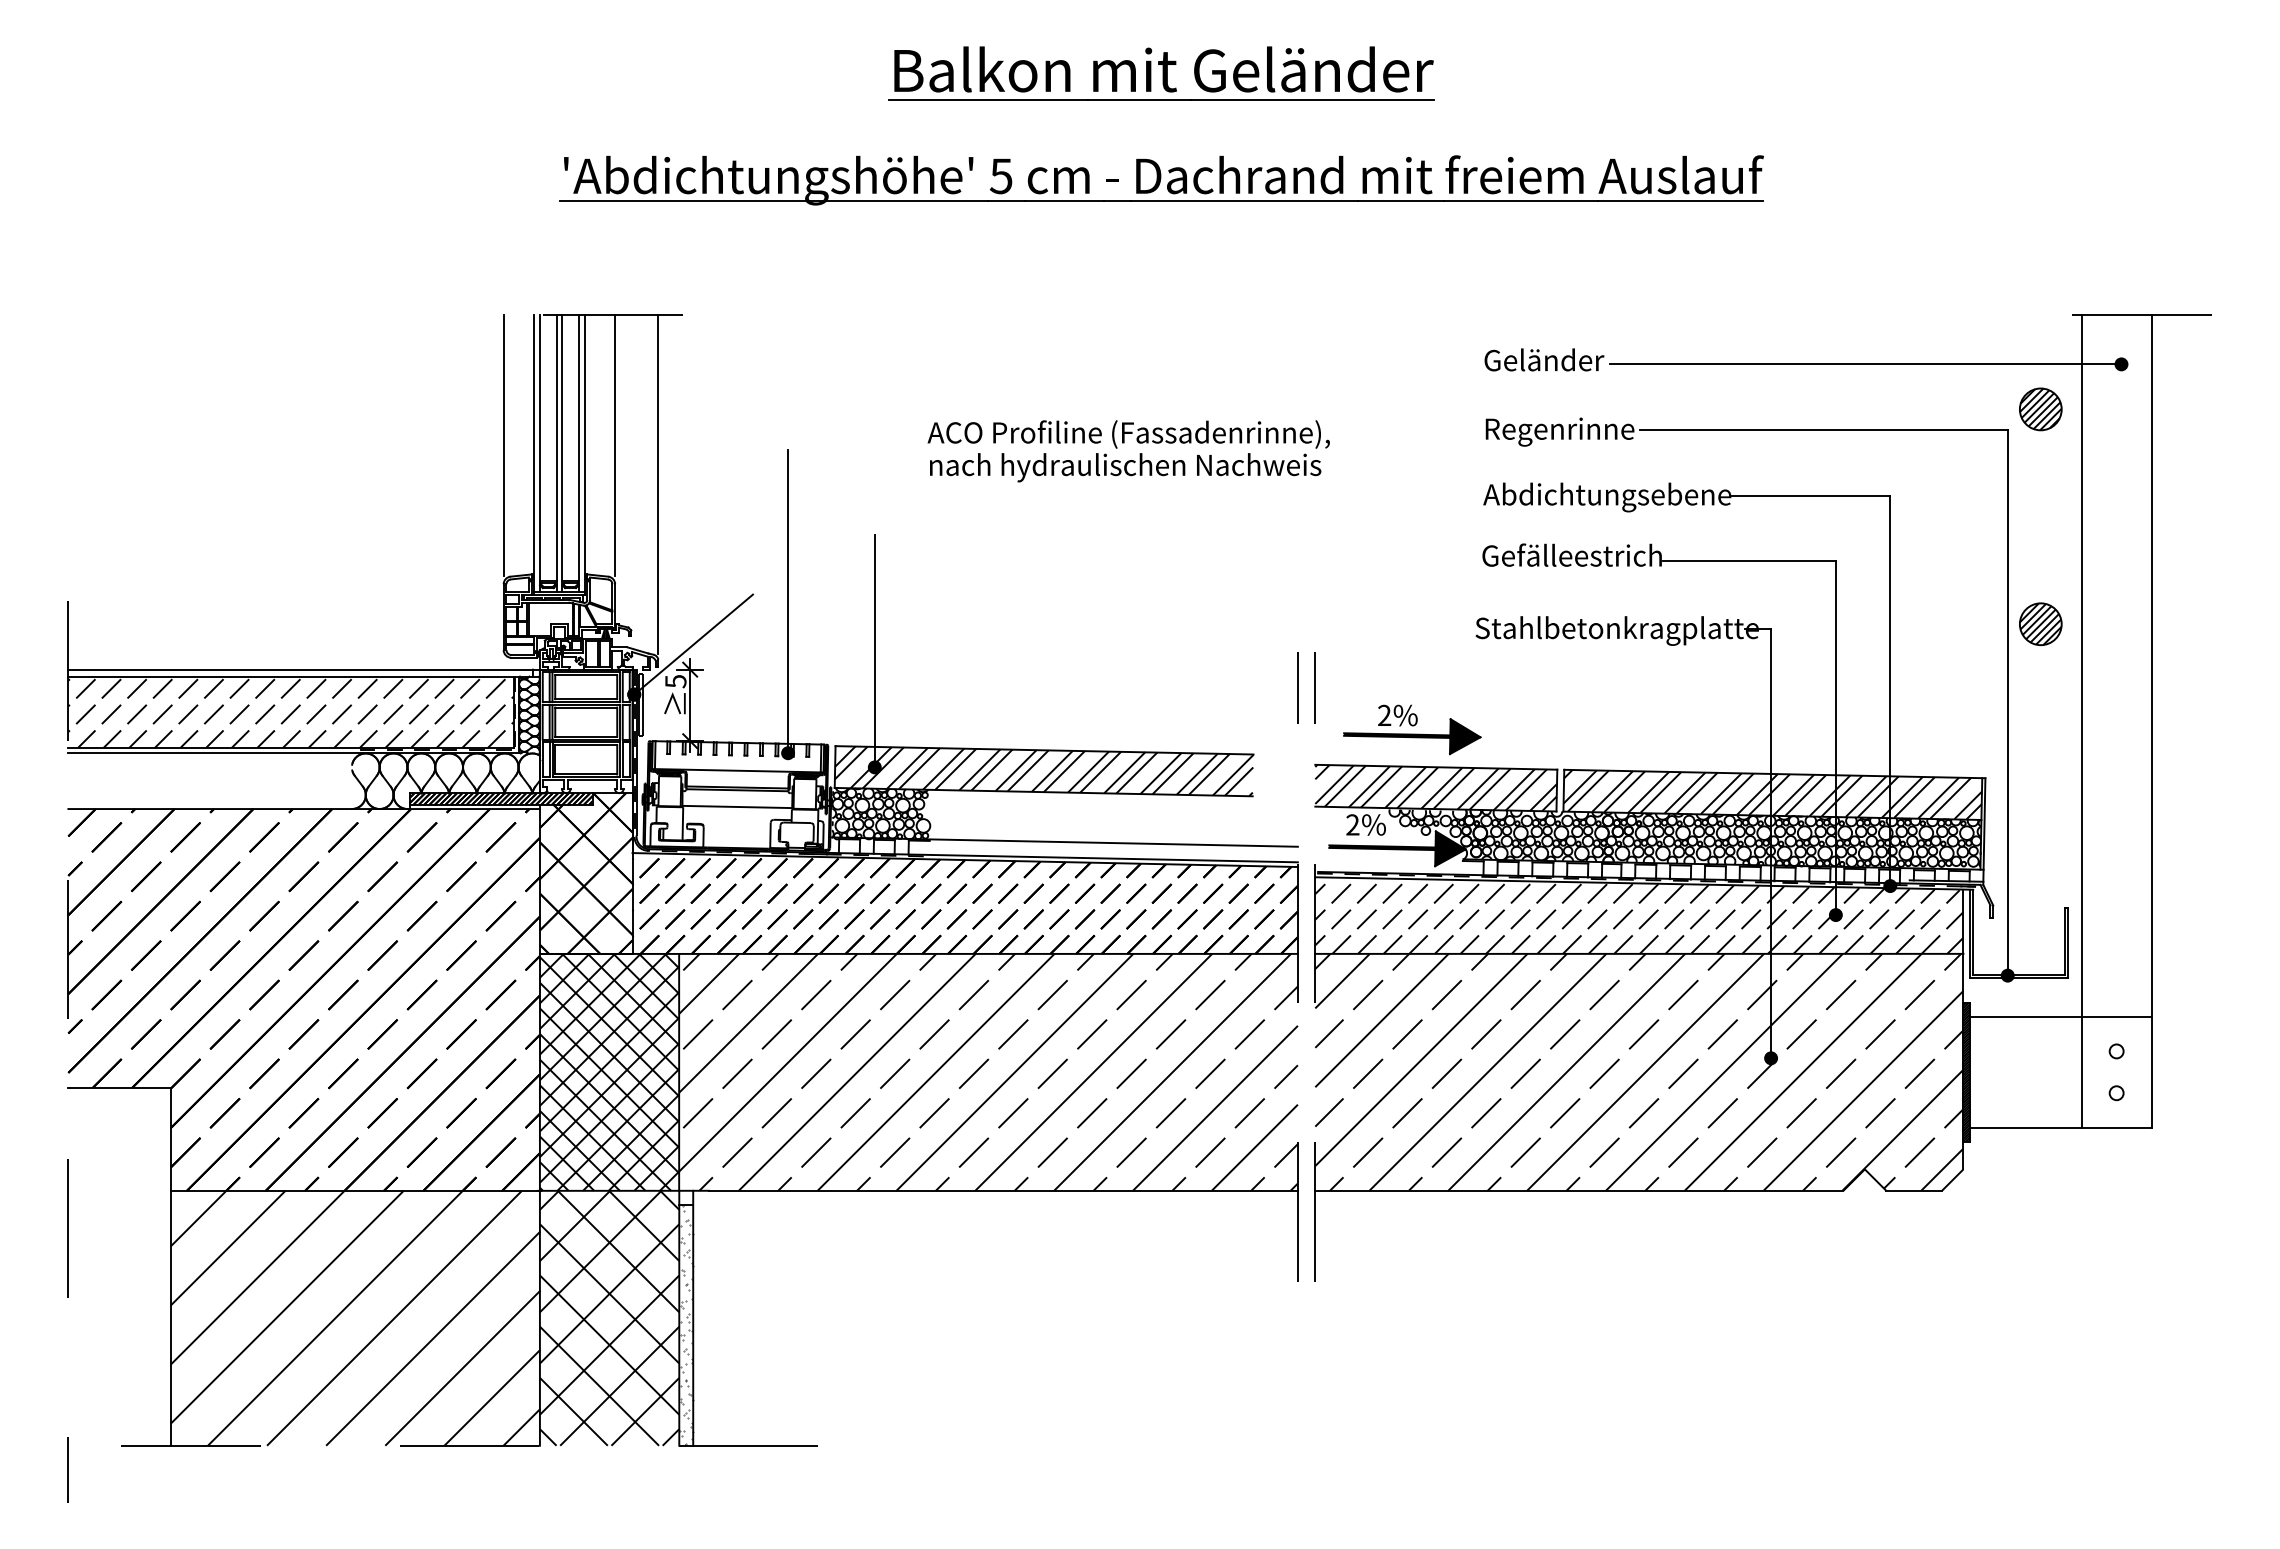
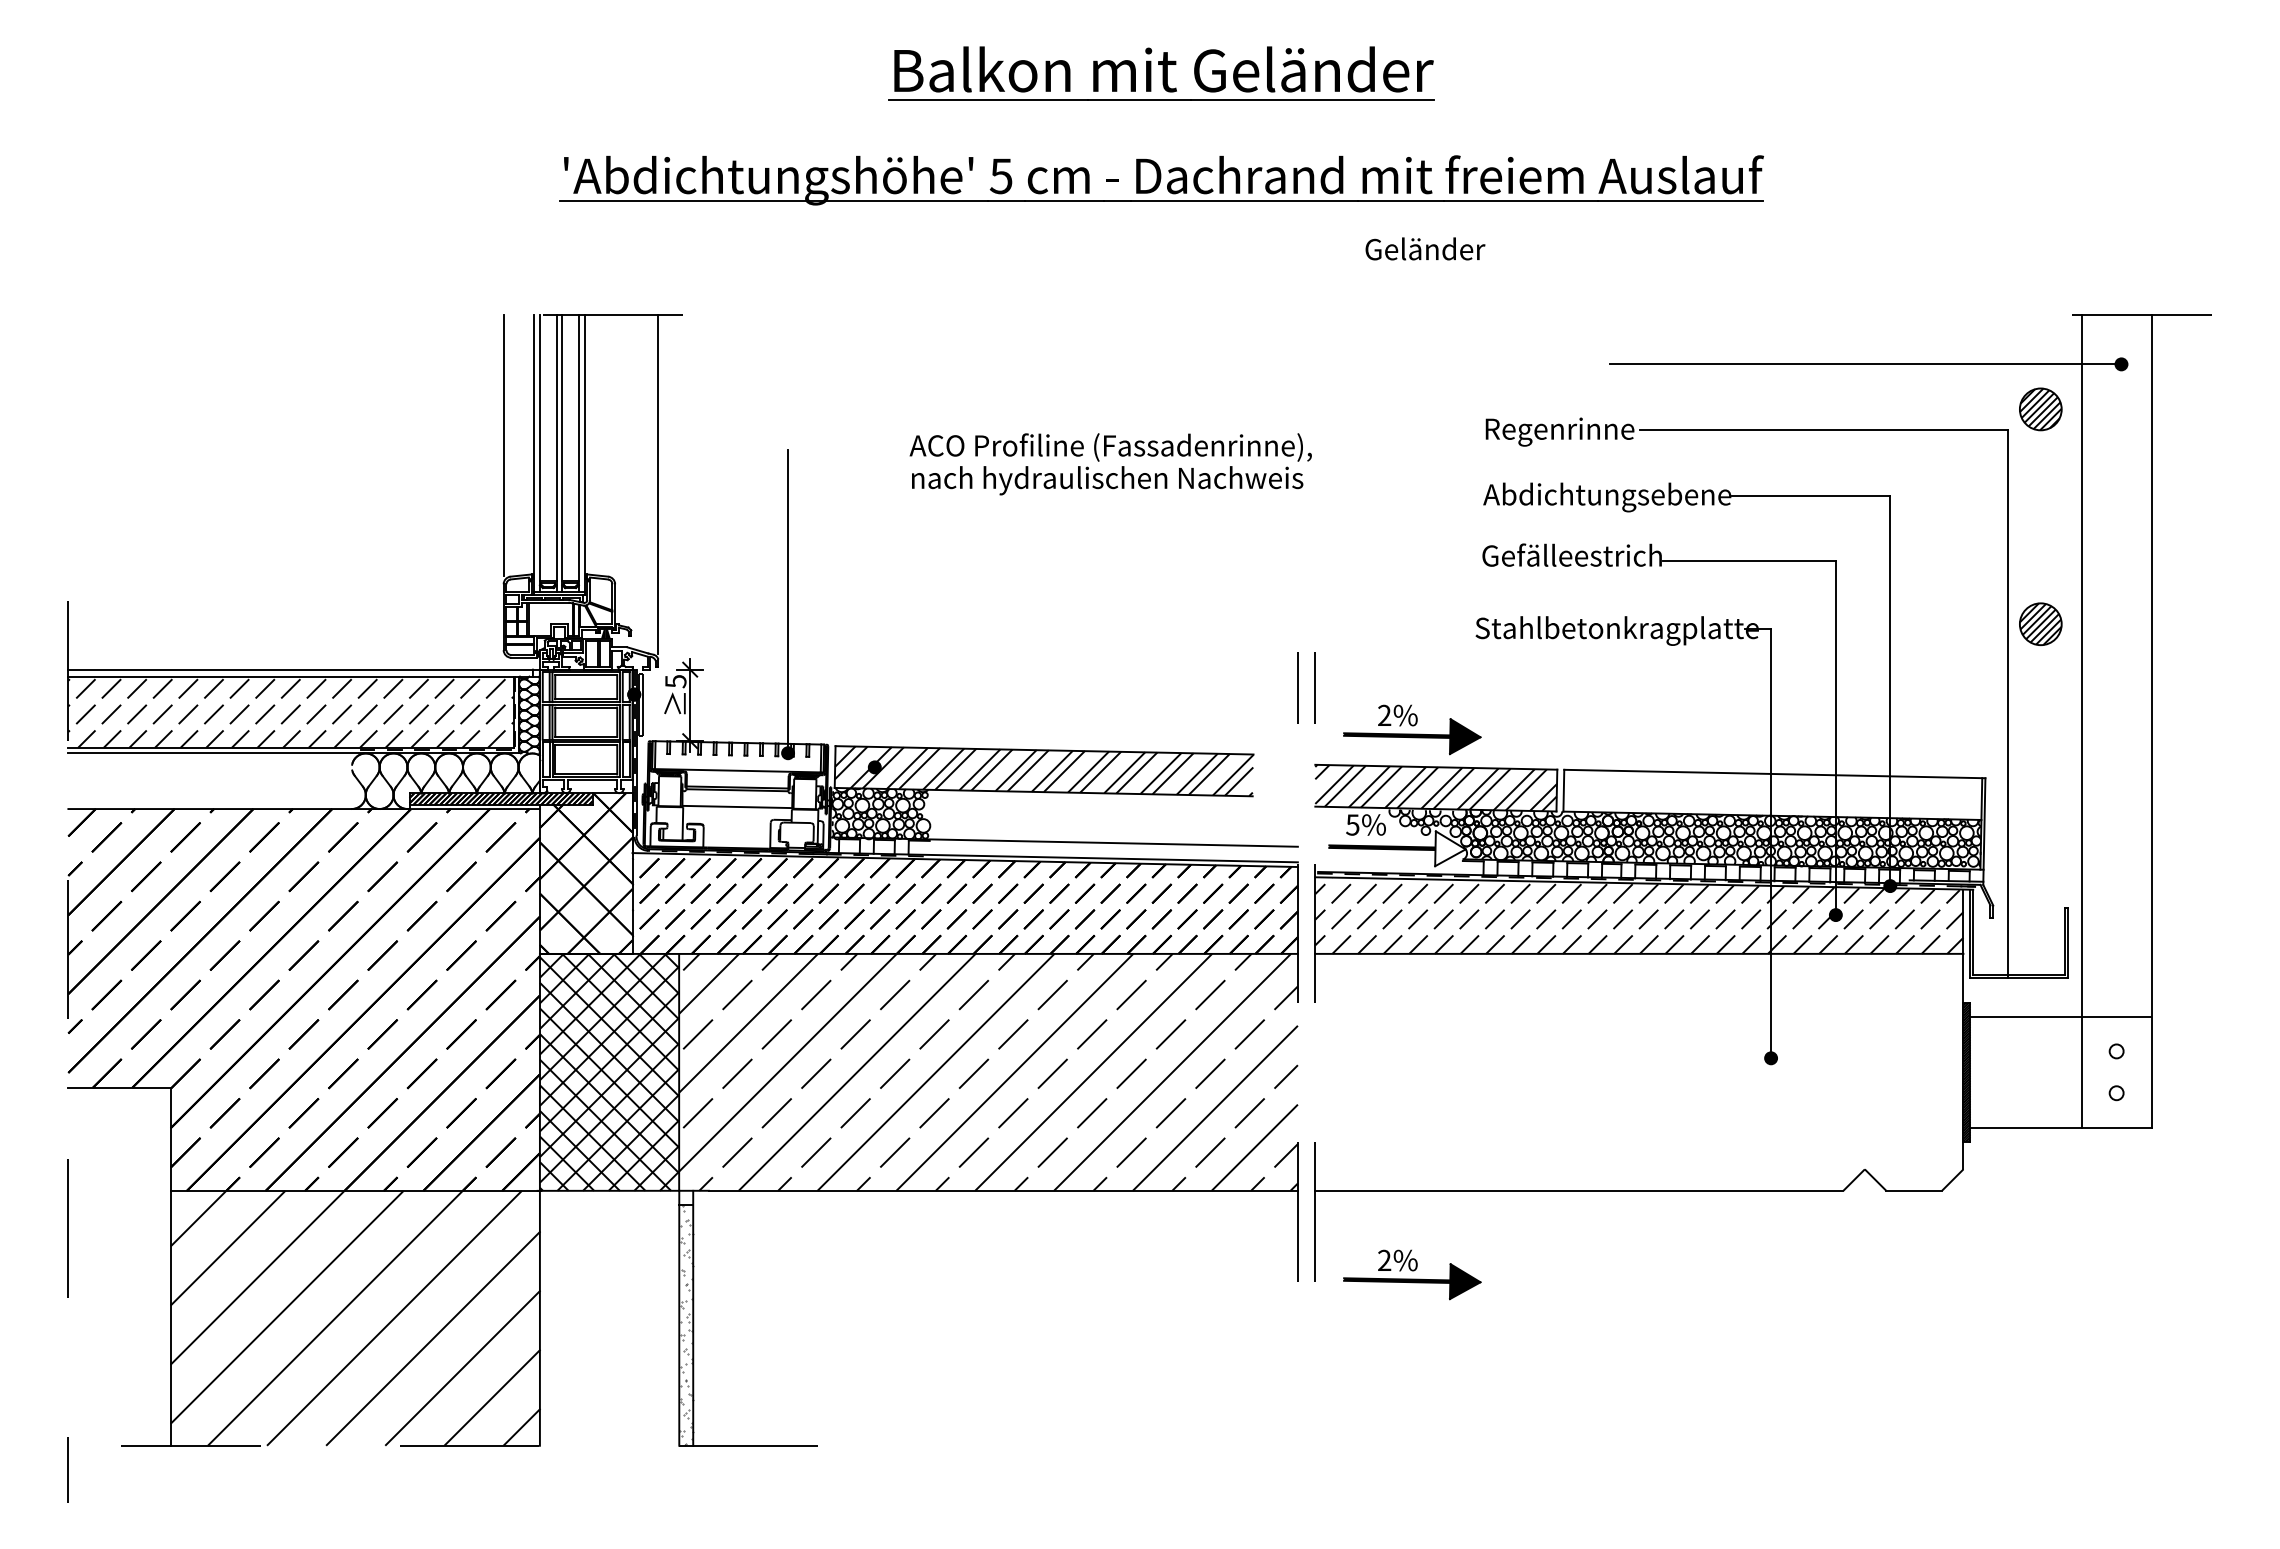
text at (1544, 359) position: (1544, 359) -> (1425, 248)
line at (615, 445): present -> none
text at (1128, 451) position: (1128, 451) -> (1110, 464)
line at (694, 643): present -> none
line at (875, 647): present -> none
hatch at (1772, 794): present -> none
text at (1352, 824): 2% -> 5%
fill at (1450, 848): present -> none
fill at (2007, 975): present -> none
hatch at (1639, 1071): present -> none
part at (1412, 1274): none -> present
hatch at (609, 1317): present -> none
